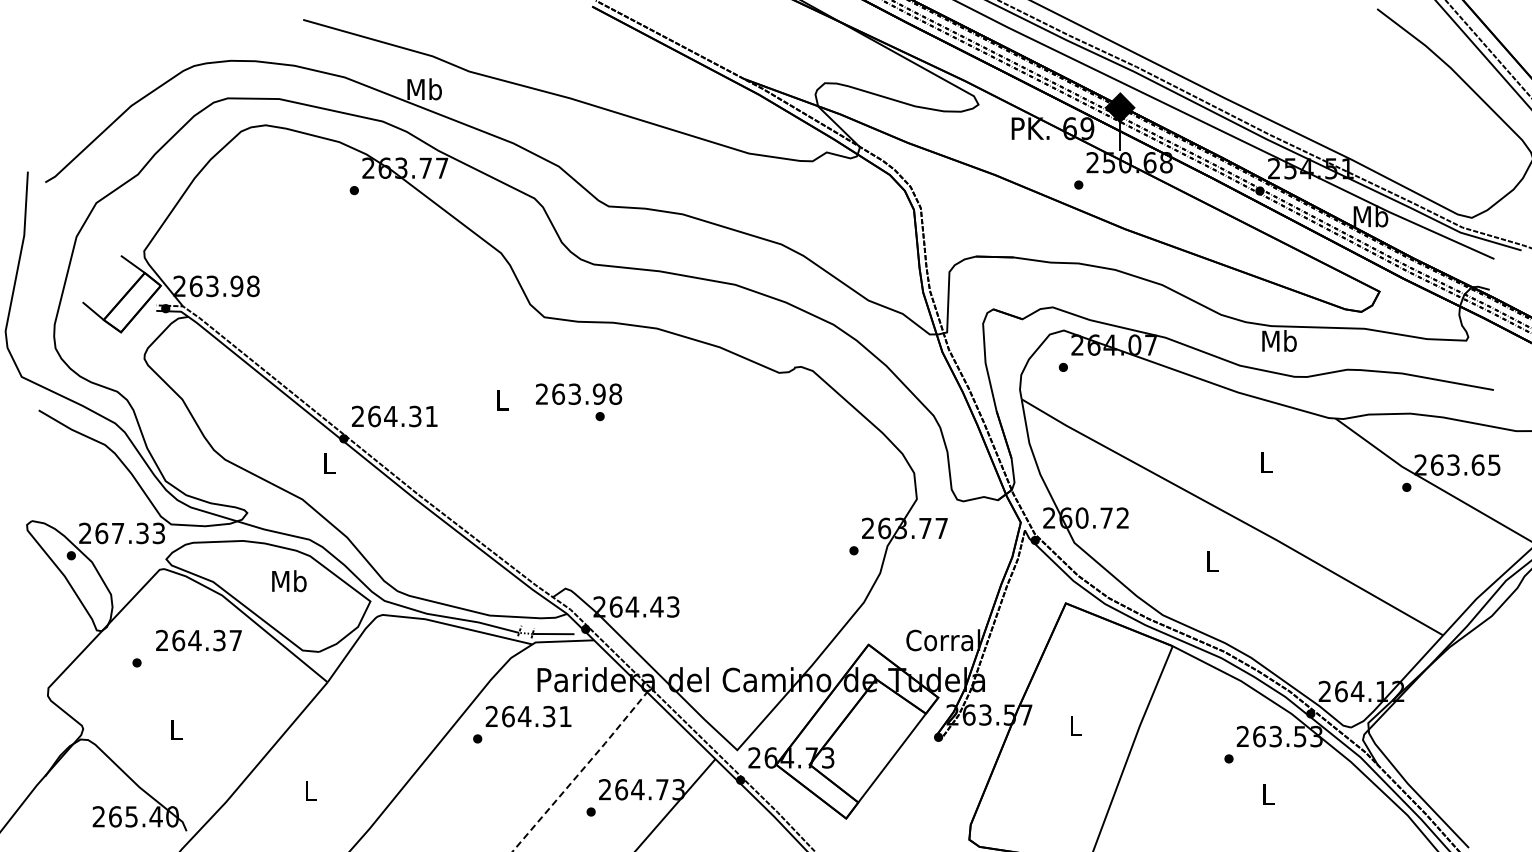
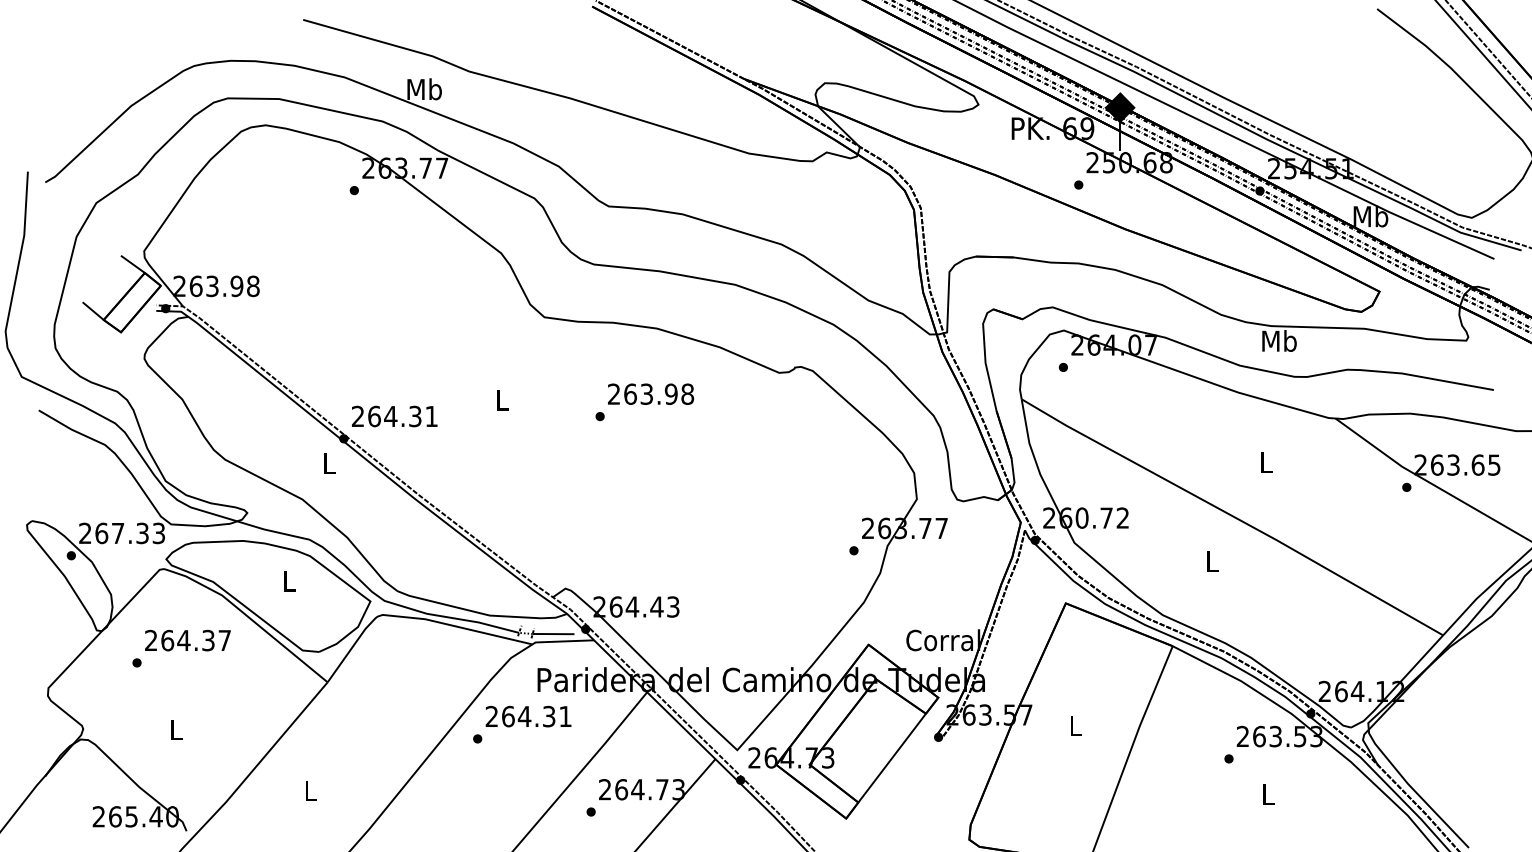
text at (579, 393) position: (579, 393) -> (651, 393)
text at (289, 581): Mb -> L
text at (198, 640) position: (198, 640) -> (187, 640)
line at (581, 771): dashed -> solid
